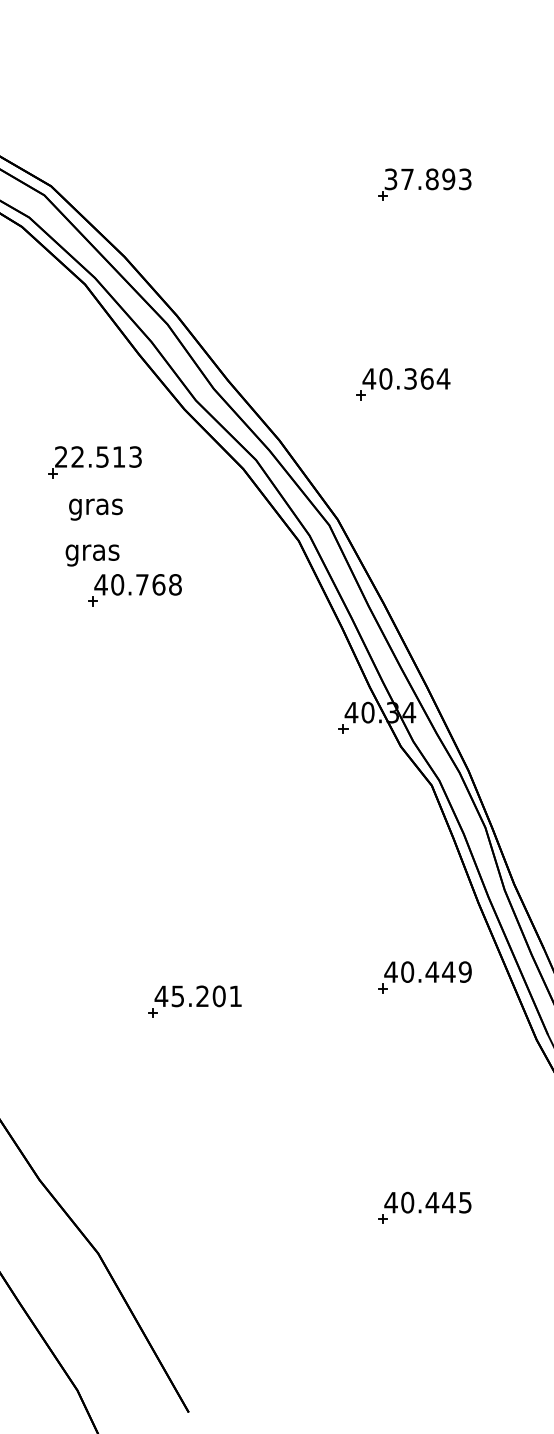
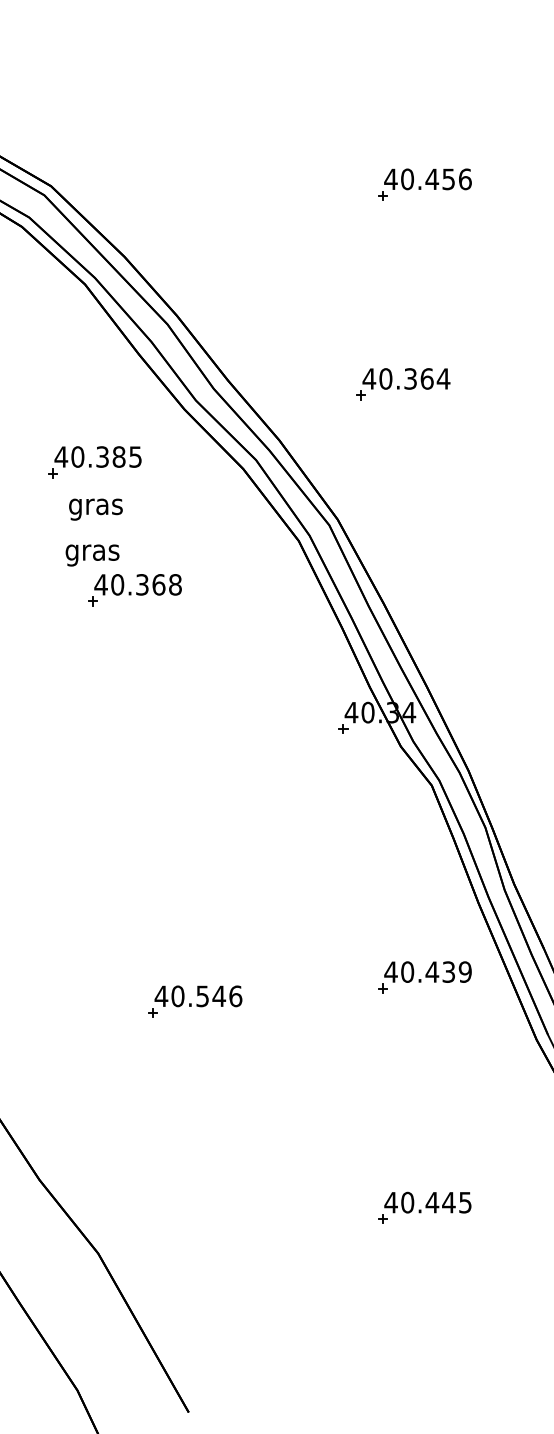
text at (427, 179): 37.893 -> 40.456
text at (97, 456): 22.513 -> 40.385
text at (142, 584): 40.768 -> 40.368
text at (448, 971): 40.449 -> 40.439
text at (206, 996): 45.201 -> 40.546
